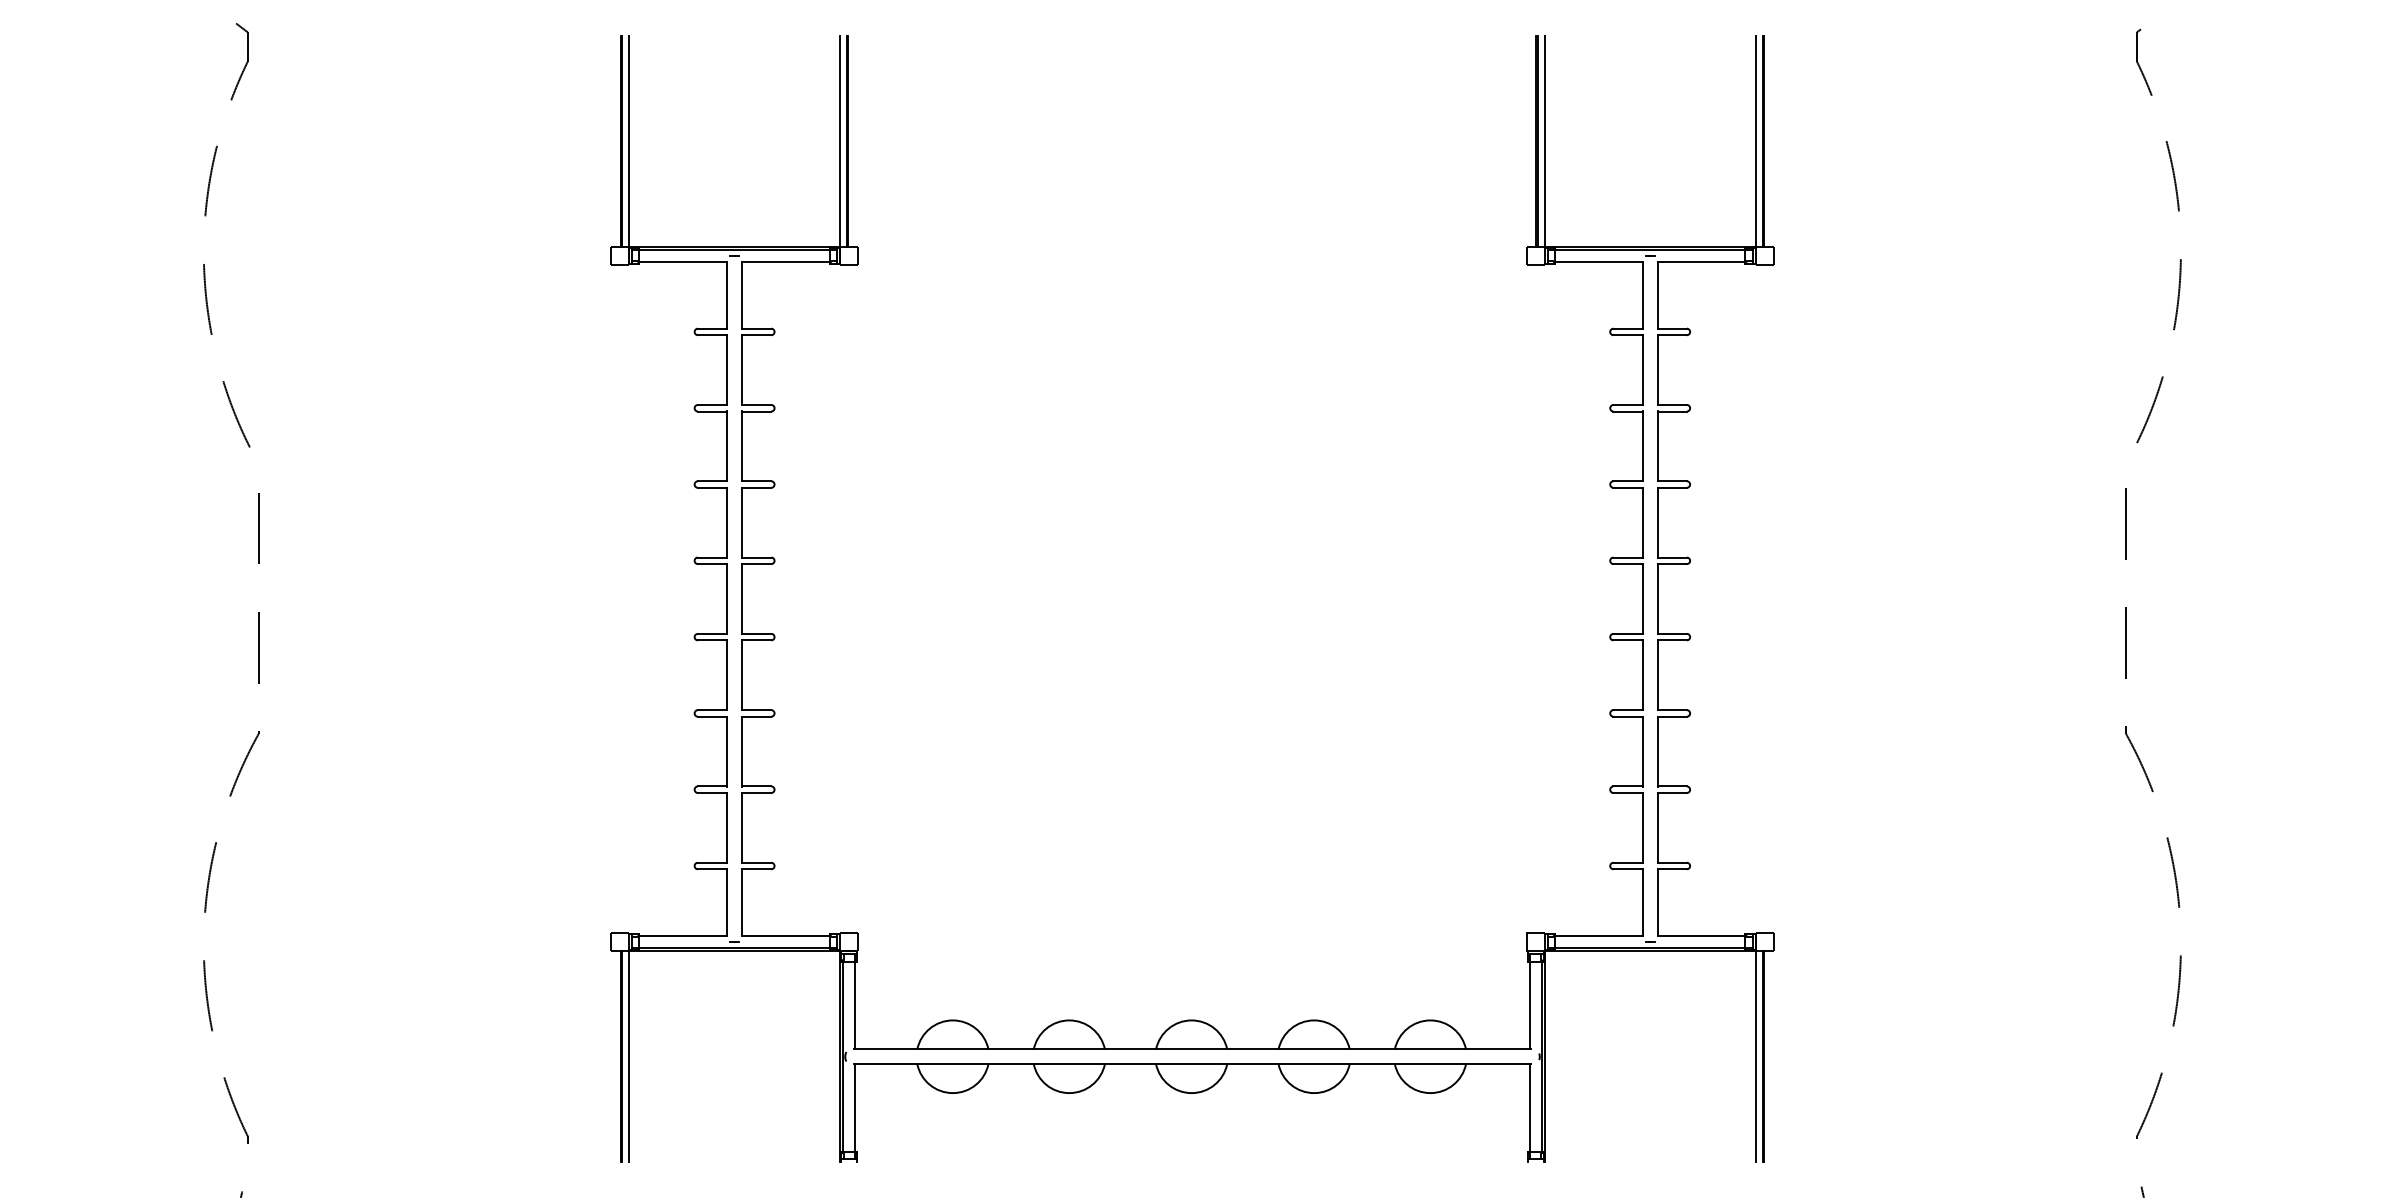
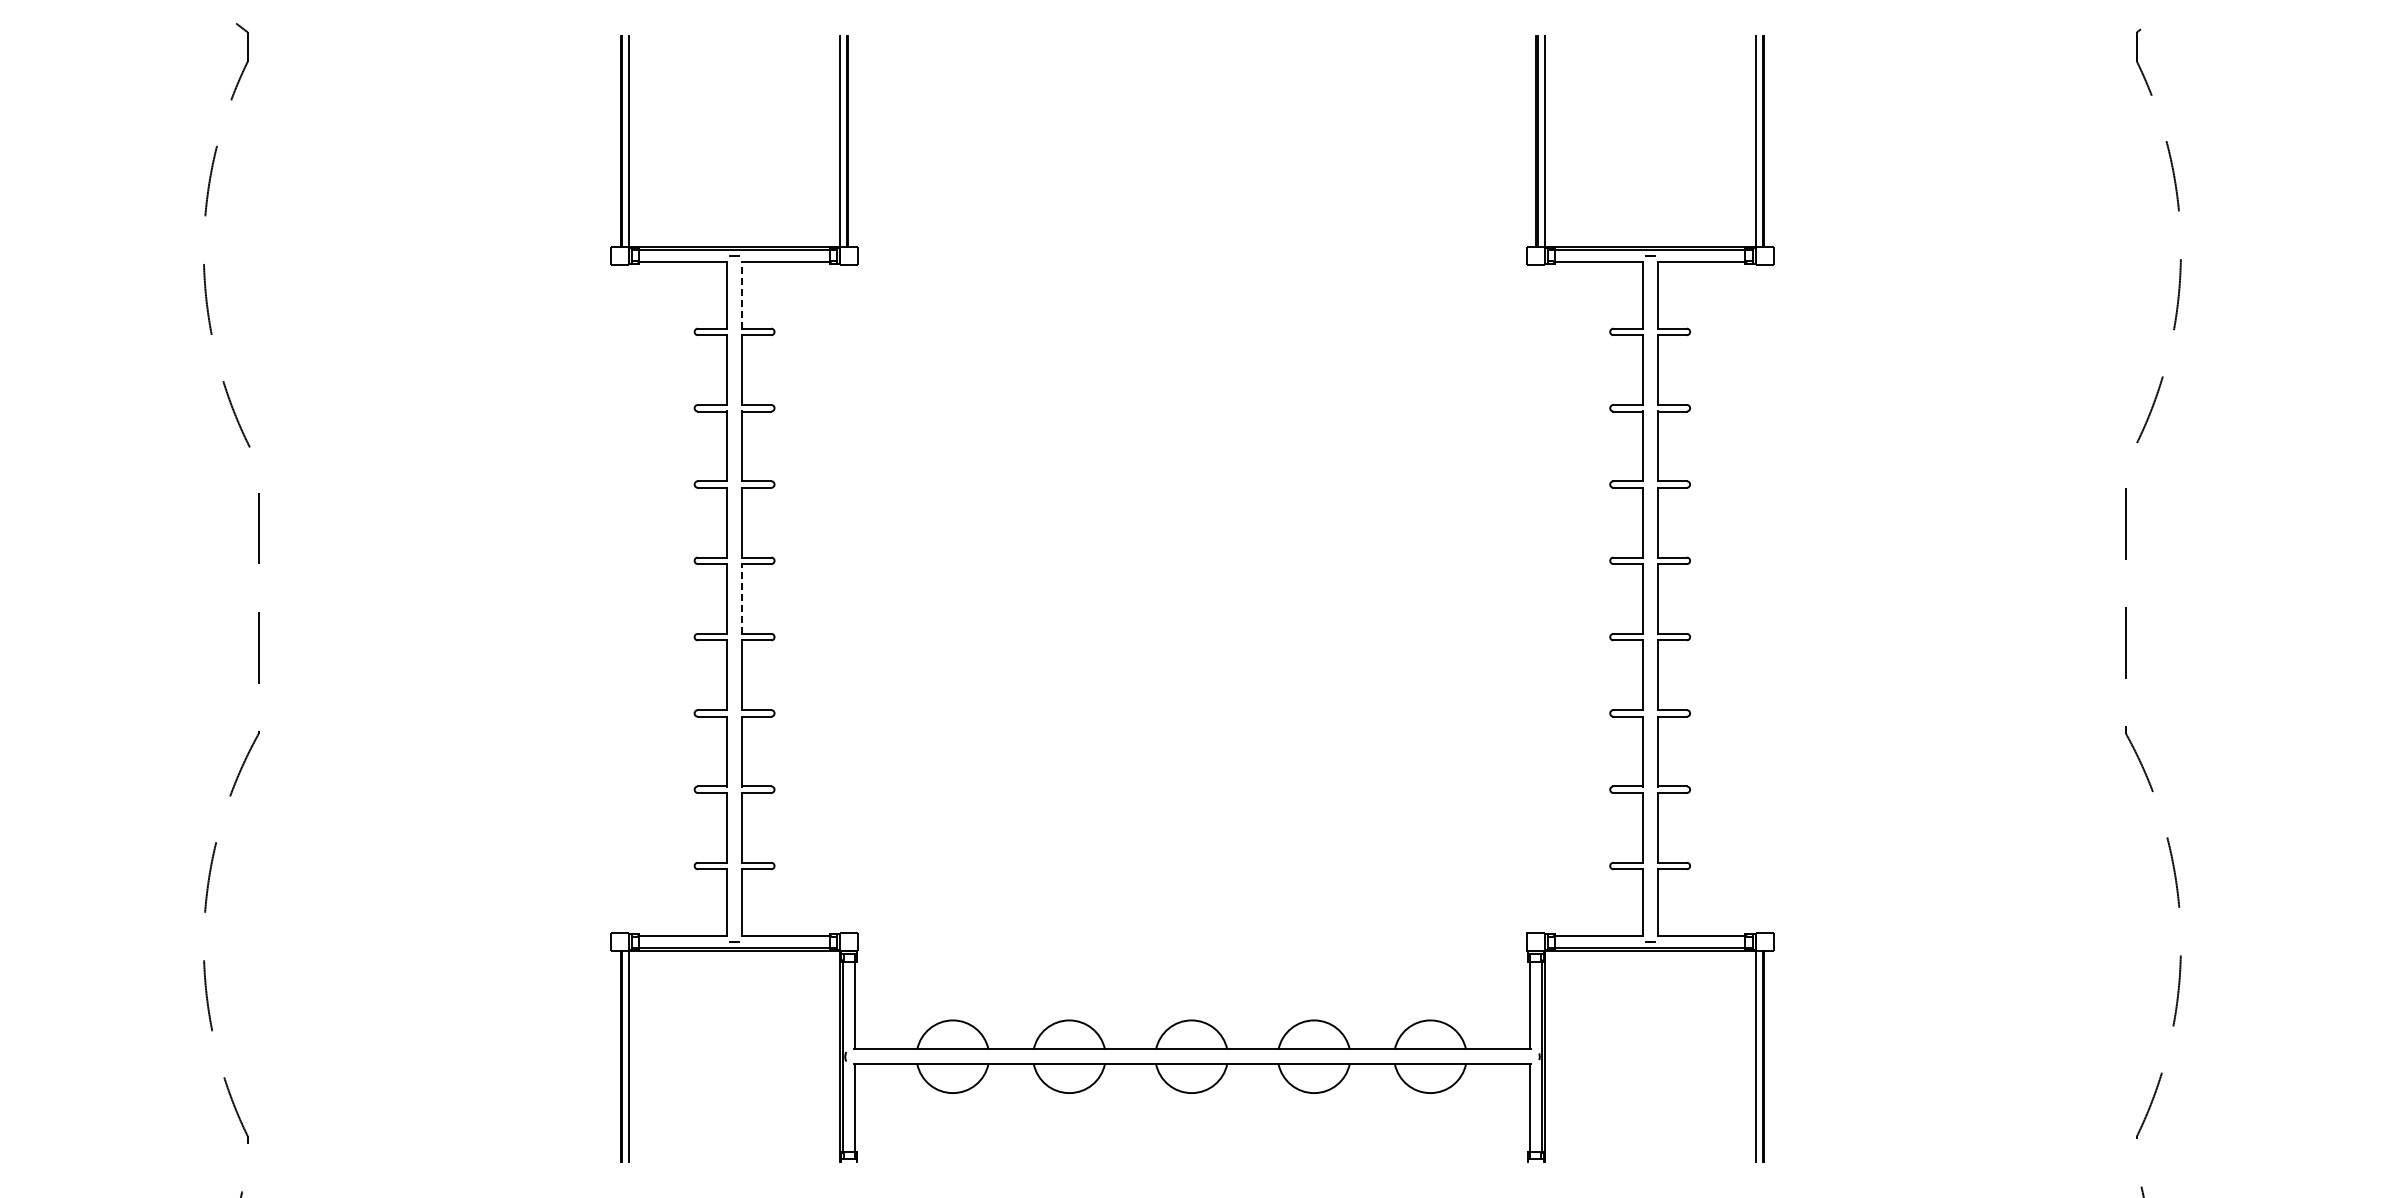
line at (741, 295): solid -> dashed
line at (741, 599): solid -> dashed
